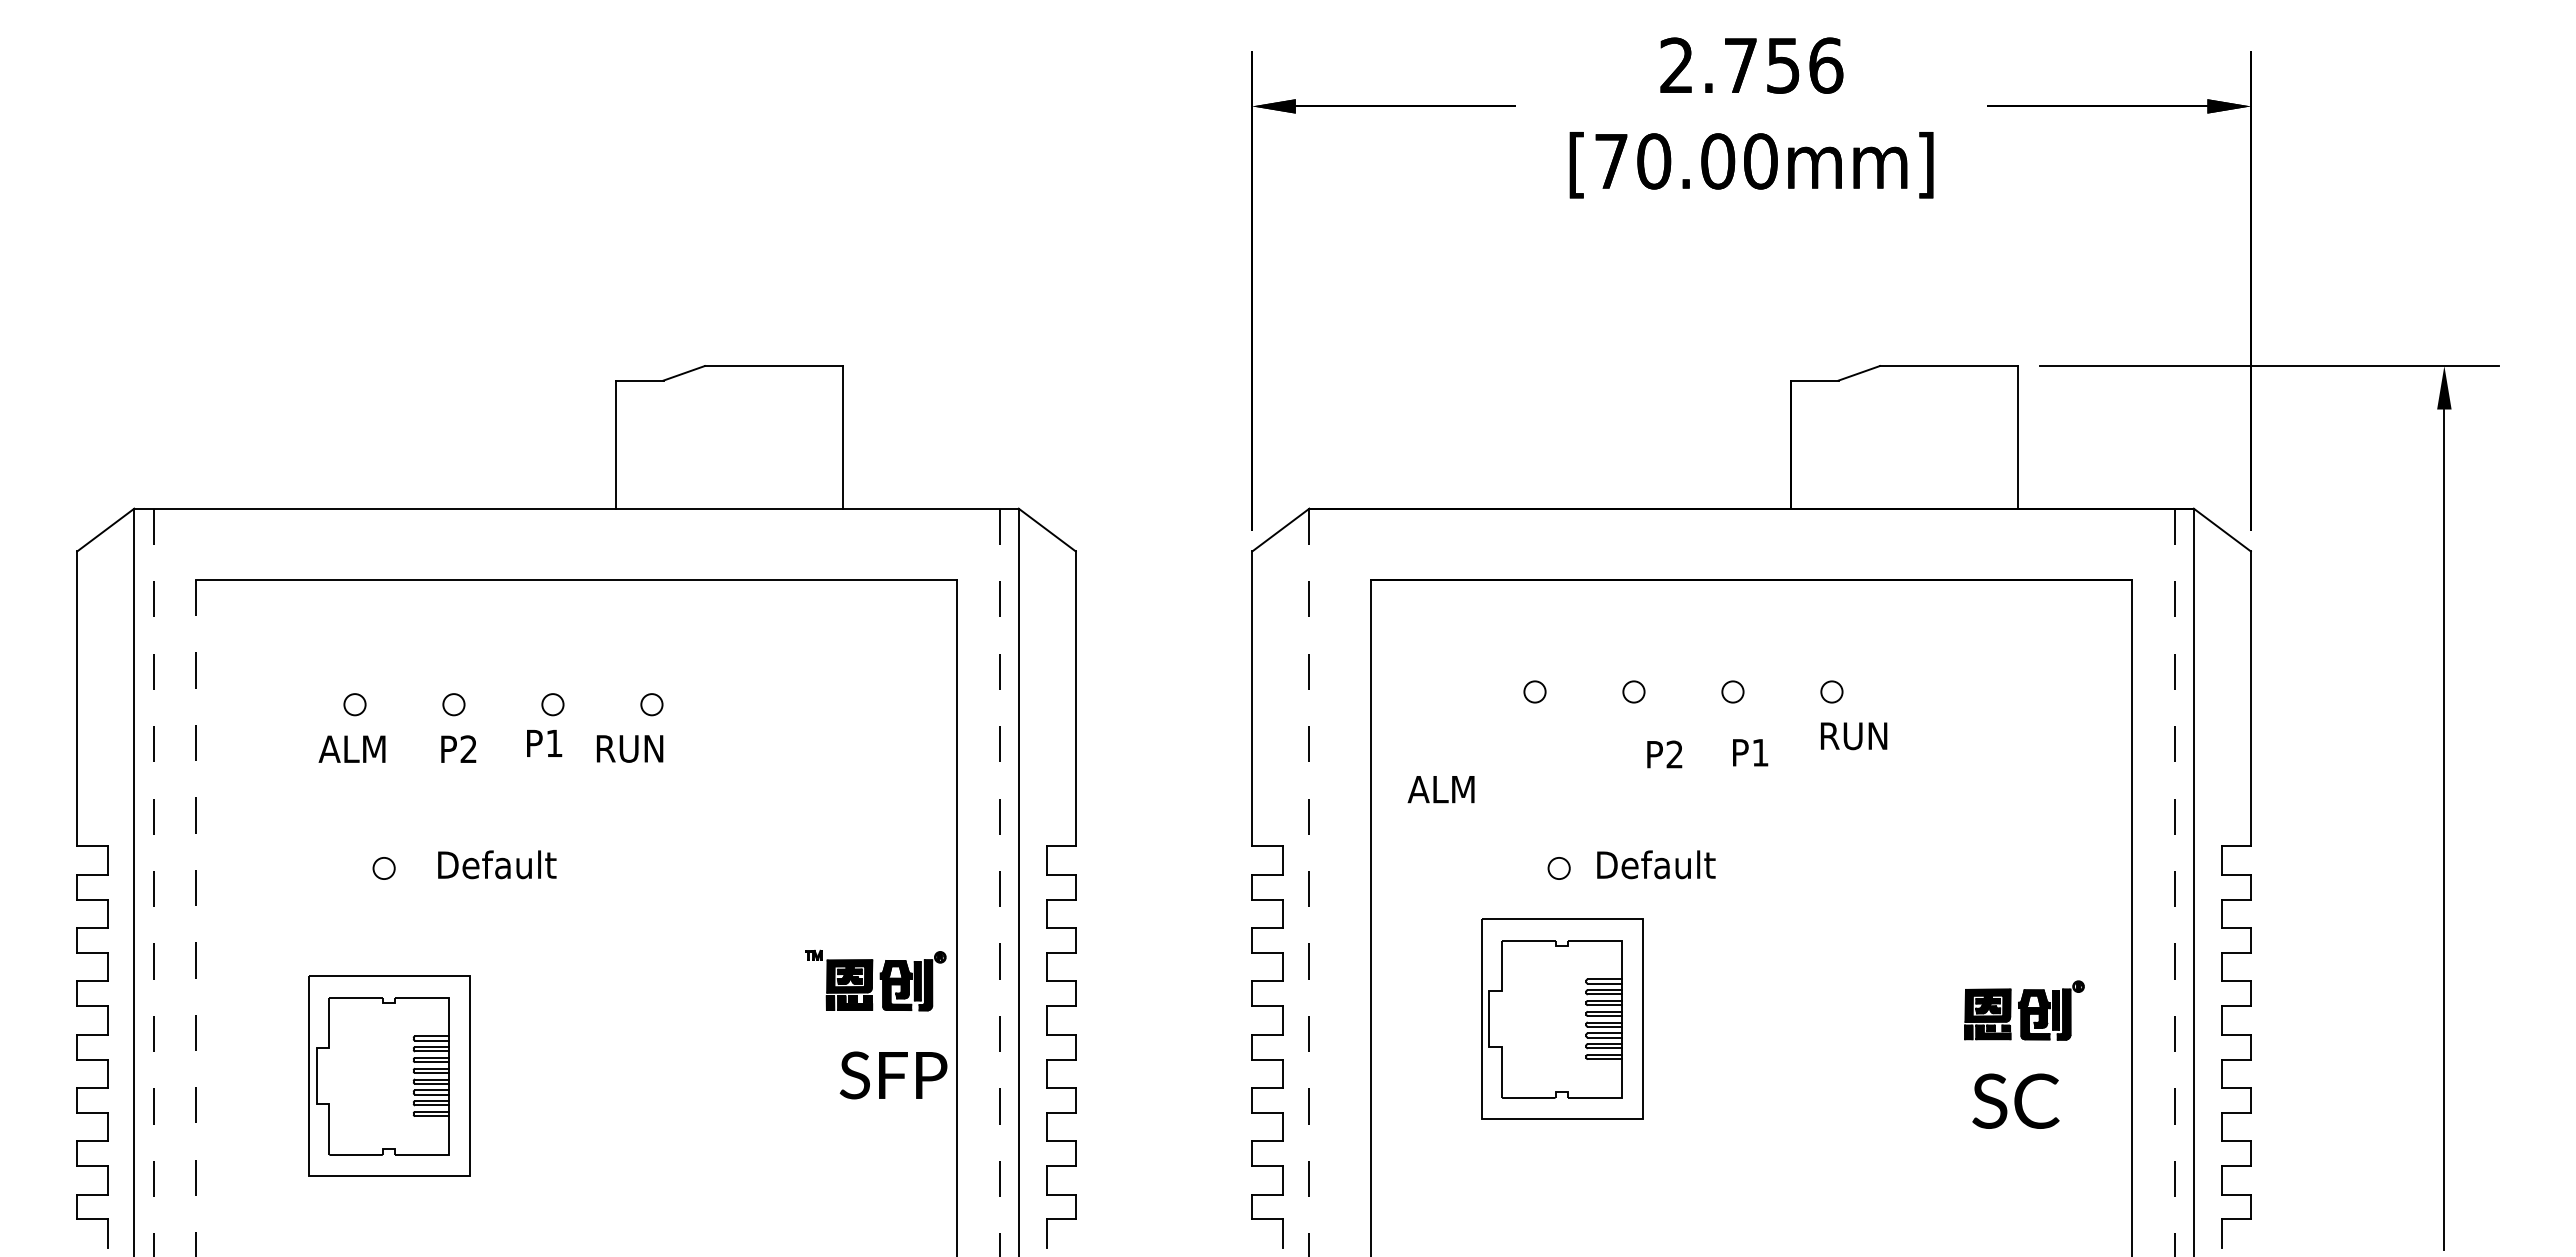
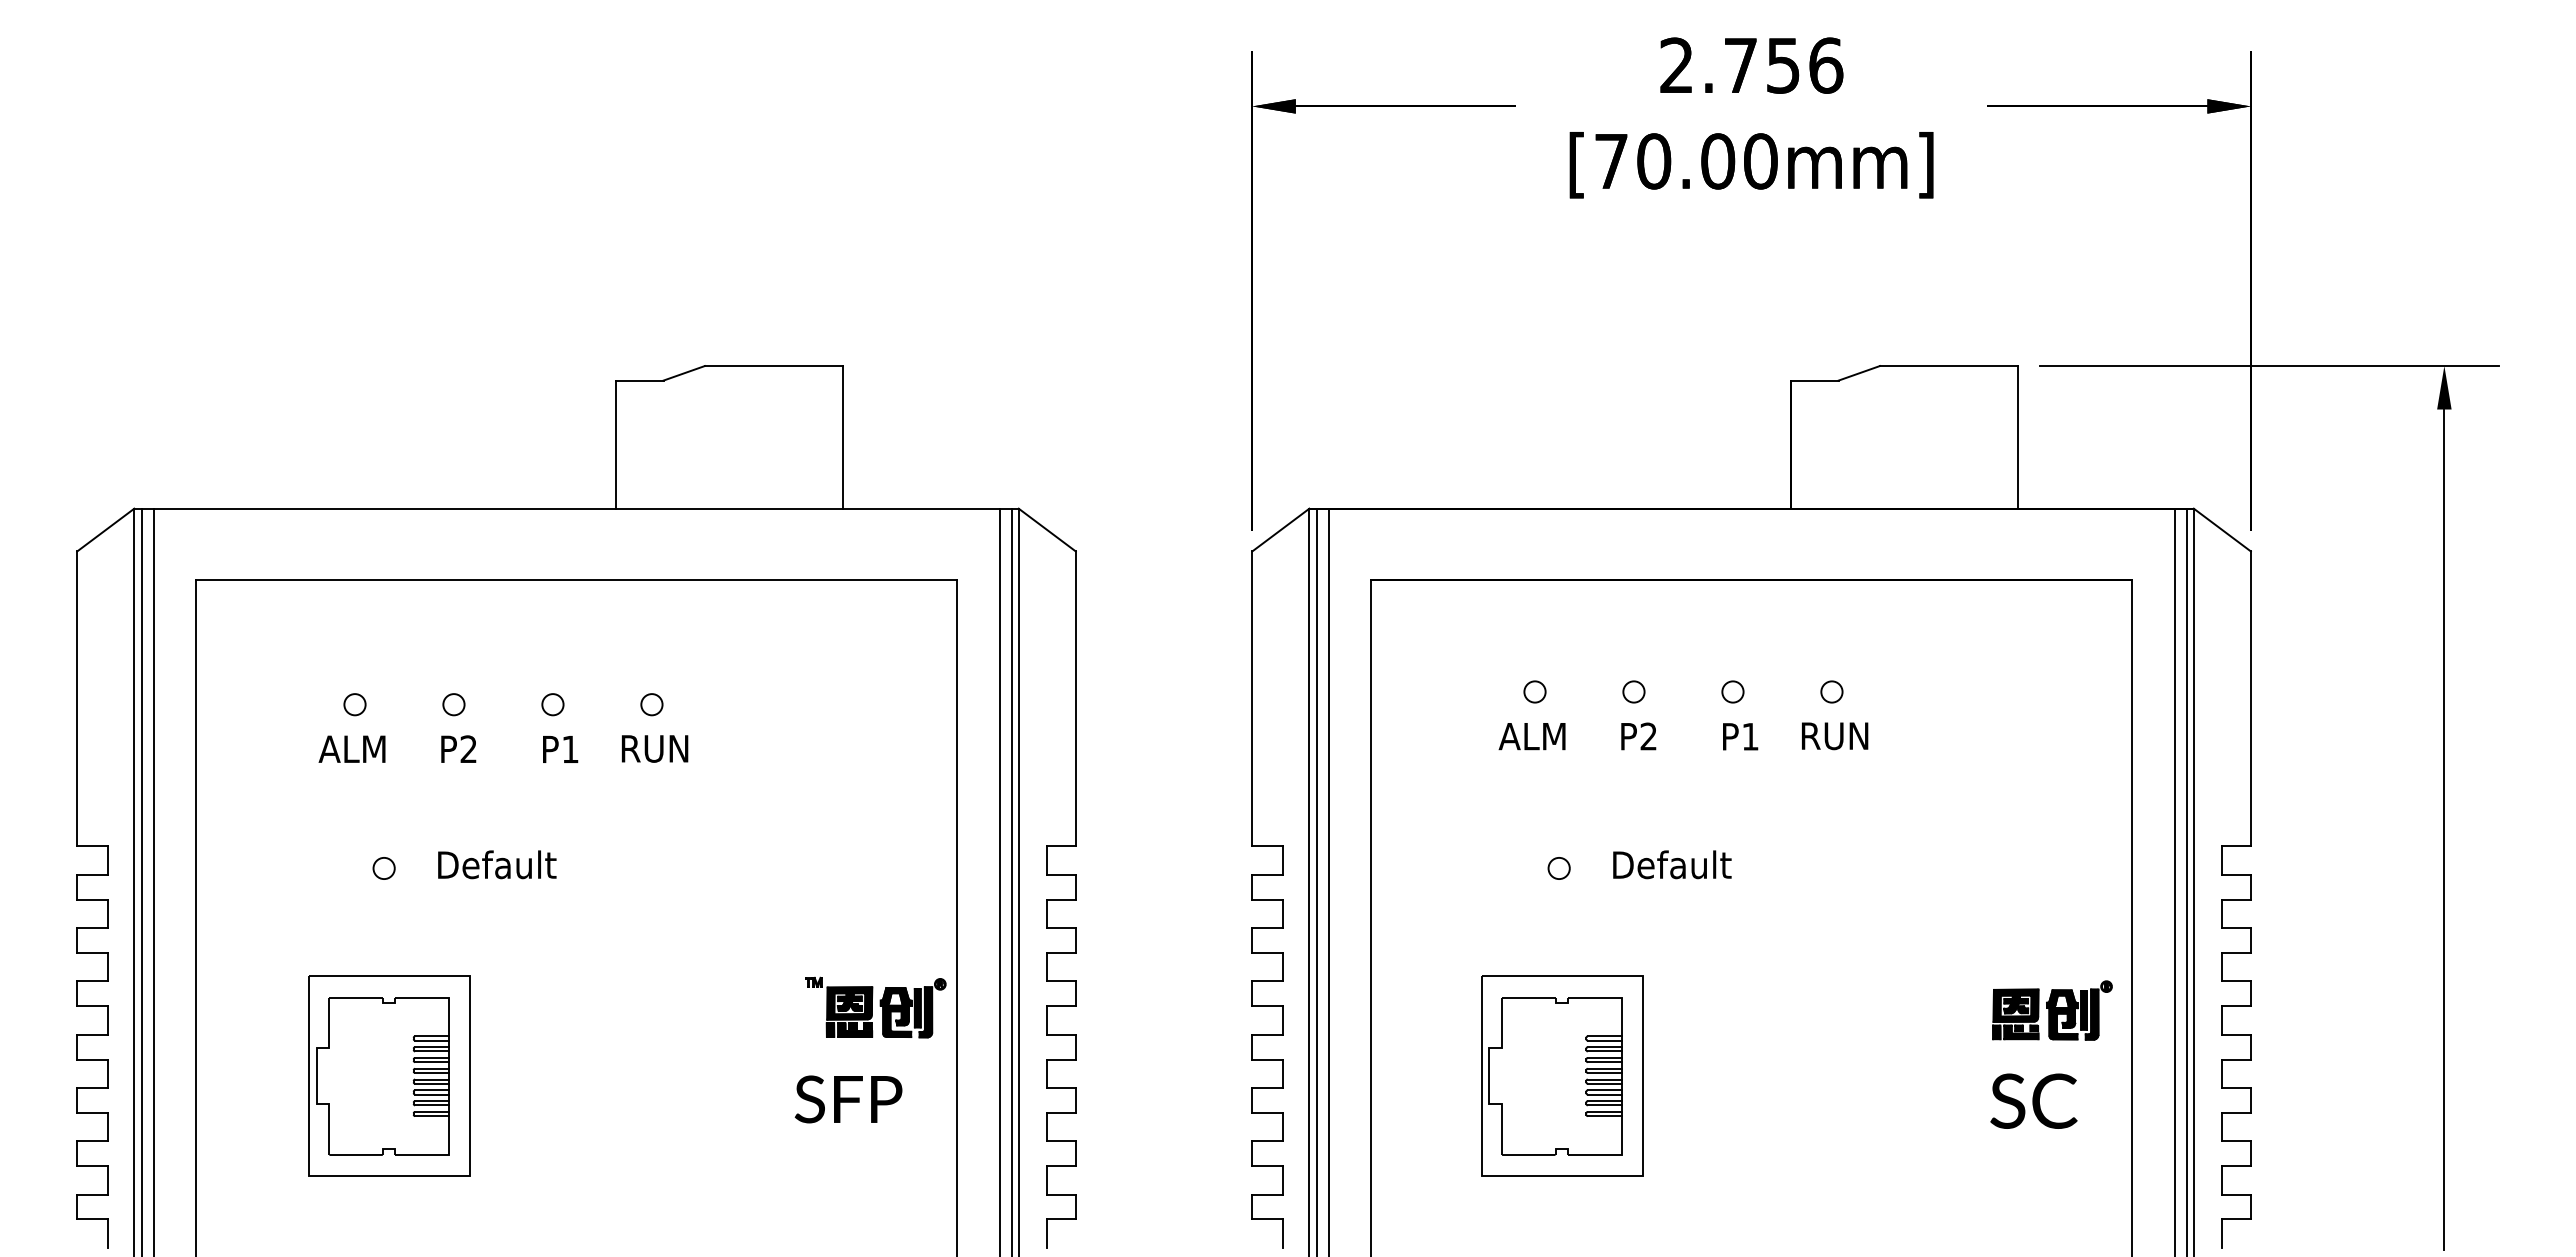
text at (1854, 736) position: (1854, 736) -> (1835, 736)
text at (544, 743) position: (544, 743) -> (560, 749)
text at (630, 748) position: (630, 748) -> (655, 748)
text at (1750, 752) position: (1750, 752) -> (1740, 736)
text at (1664, 754) position: (1664, 754) -> (1638, 736)
text at (1440, 789) position: (1440, 789) -> (1531, 736)
text at (1656, 864) position: (1656, 864) -> (1672, 864)
line at (141, 880): none -> present
line at (1011, 880): none -> present
line at (1316, 880): none -> present
line at (1328, 880): none -> present
line at (2186, 880): none -> present
line at (153, 882): dashed -> solid
line at (999, 882): dashed -> solid
line at (1309, 882): dashed -> solid
line at (2174, 882): dashed -> solid
line at (196, 918): dashed -> solid
part at (875, 980) position: (875, 980) -> (875, 1007)
part at (2024, 1010) position: (2024, 1010) -> (2052, 1010)
part at (1562, 1018) position: (1562, 1018) -> (1562, 1075)
text at (893, 1075) position: (893, 1075) -> (848, 1099)
text at (2015, 1100) position: (2015, 1100) -> (2033, 1100)
